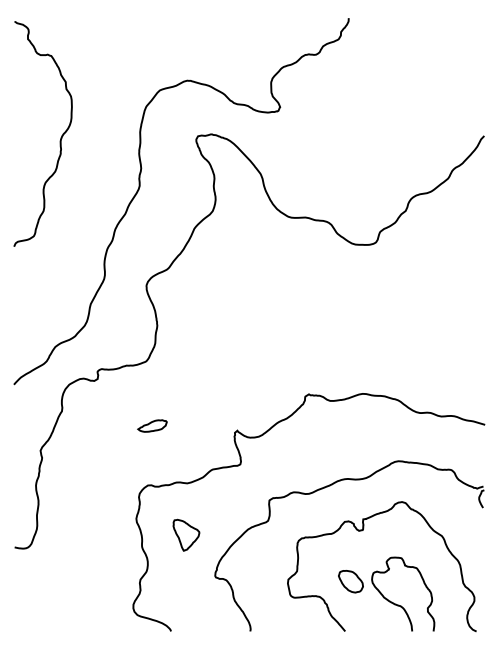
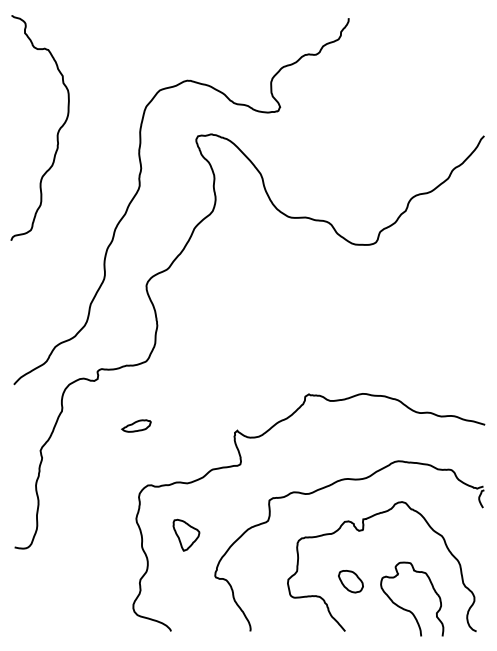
curve at (59, 140) position: (59, 140) -> (56, 134)
part at (152, 425) position: (152, 425) -> (136, 425)
curve at (398, 604) position: (398, 604) -> (407, 609)
